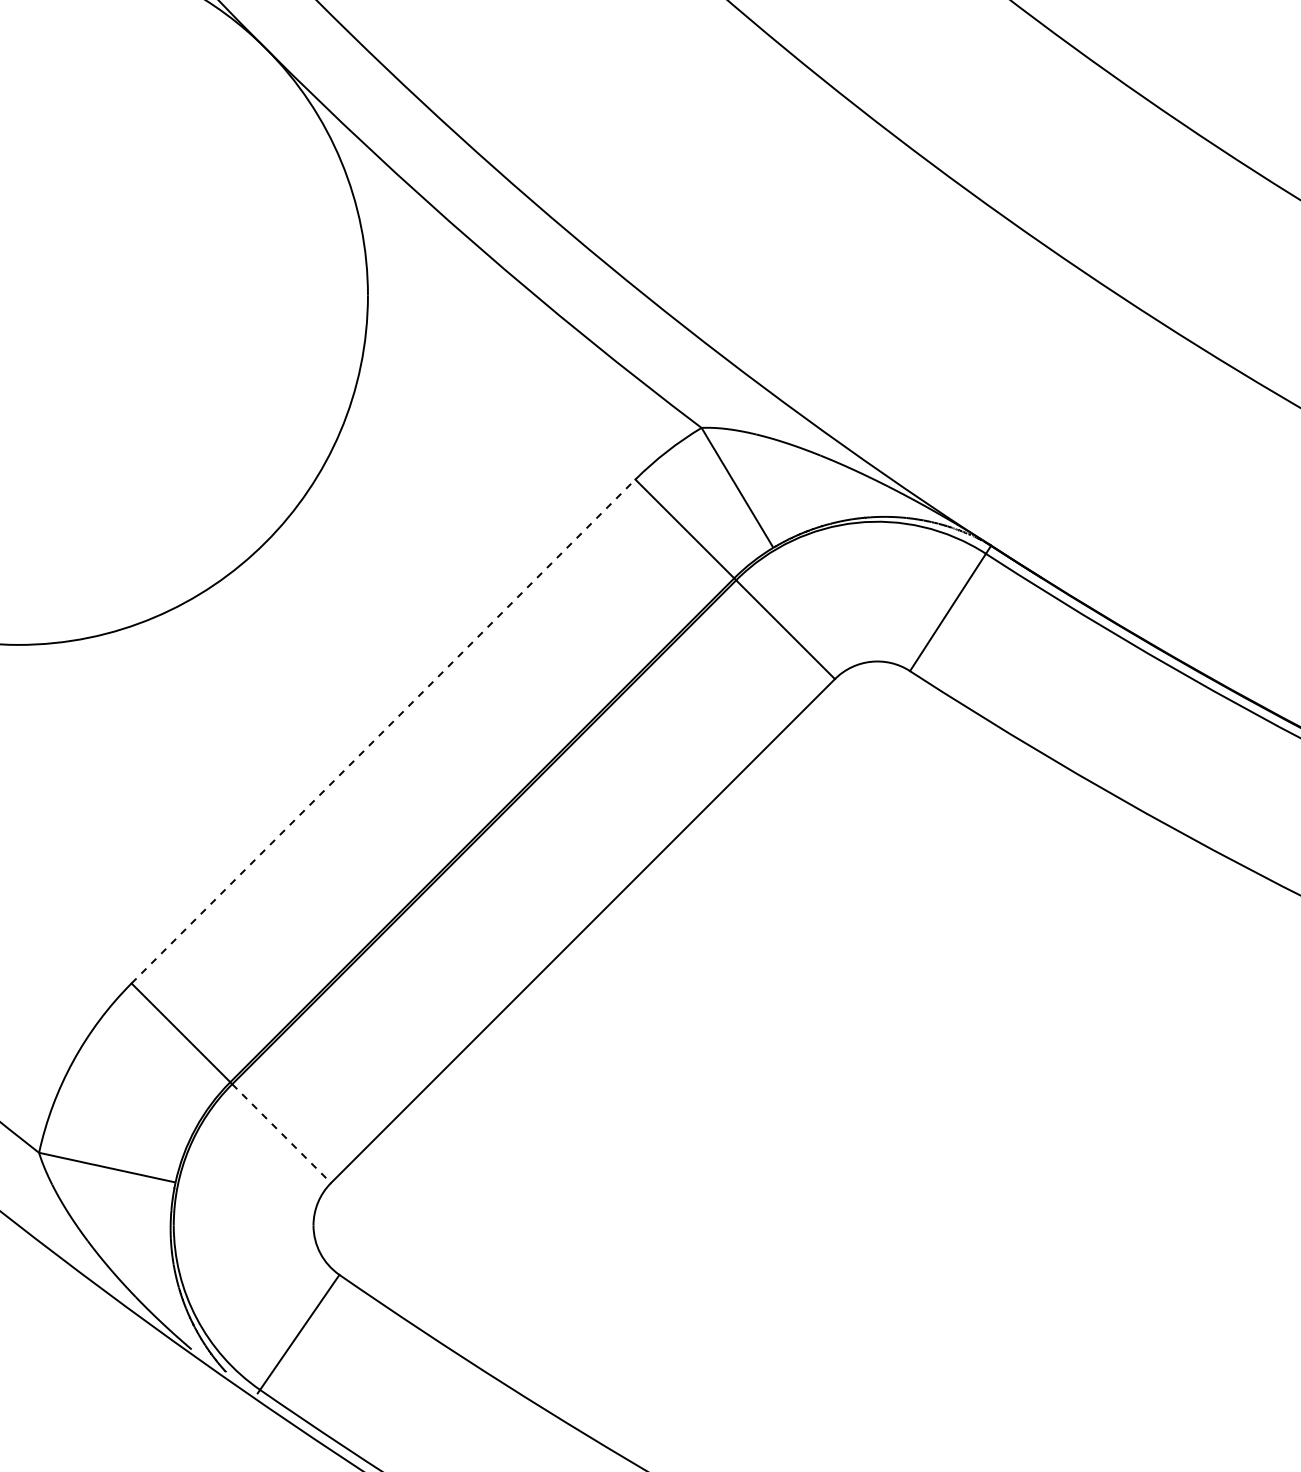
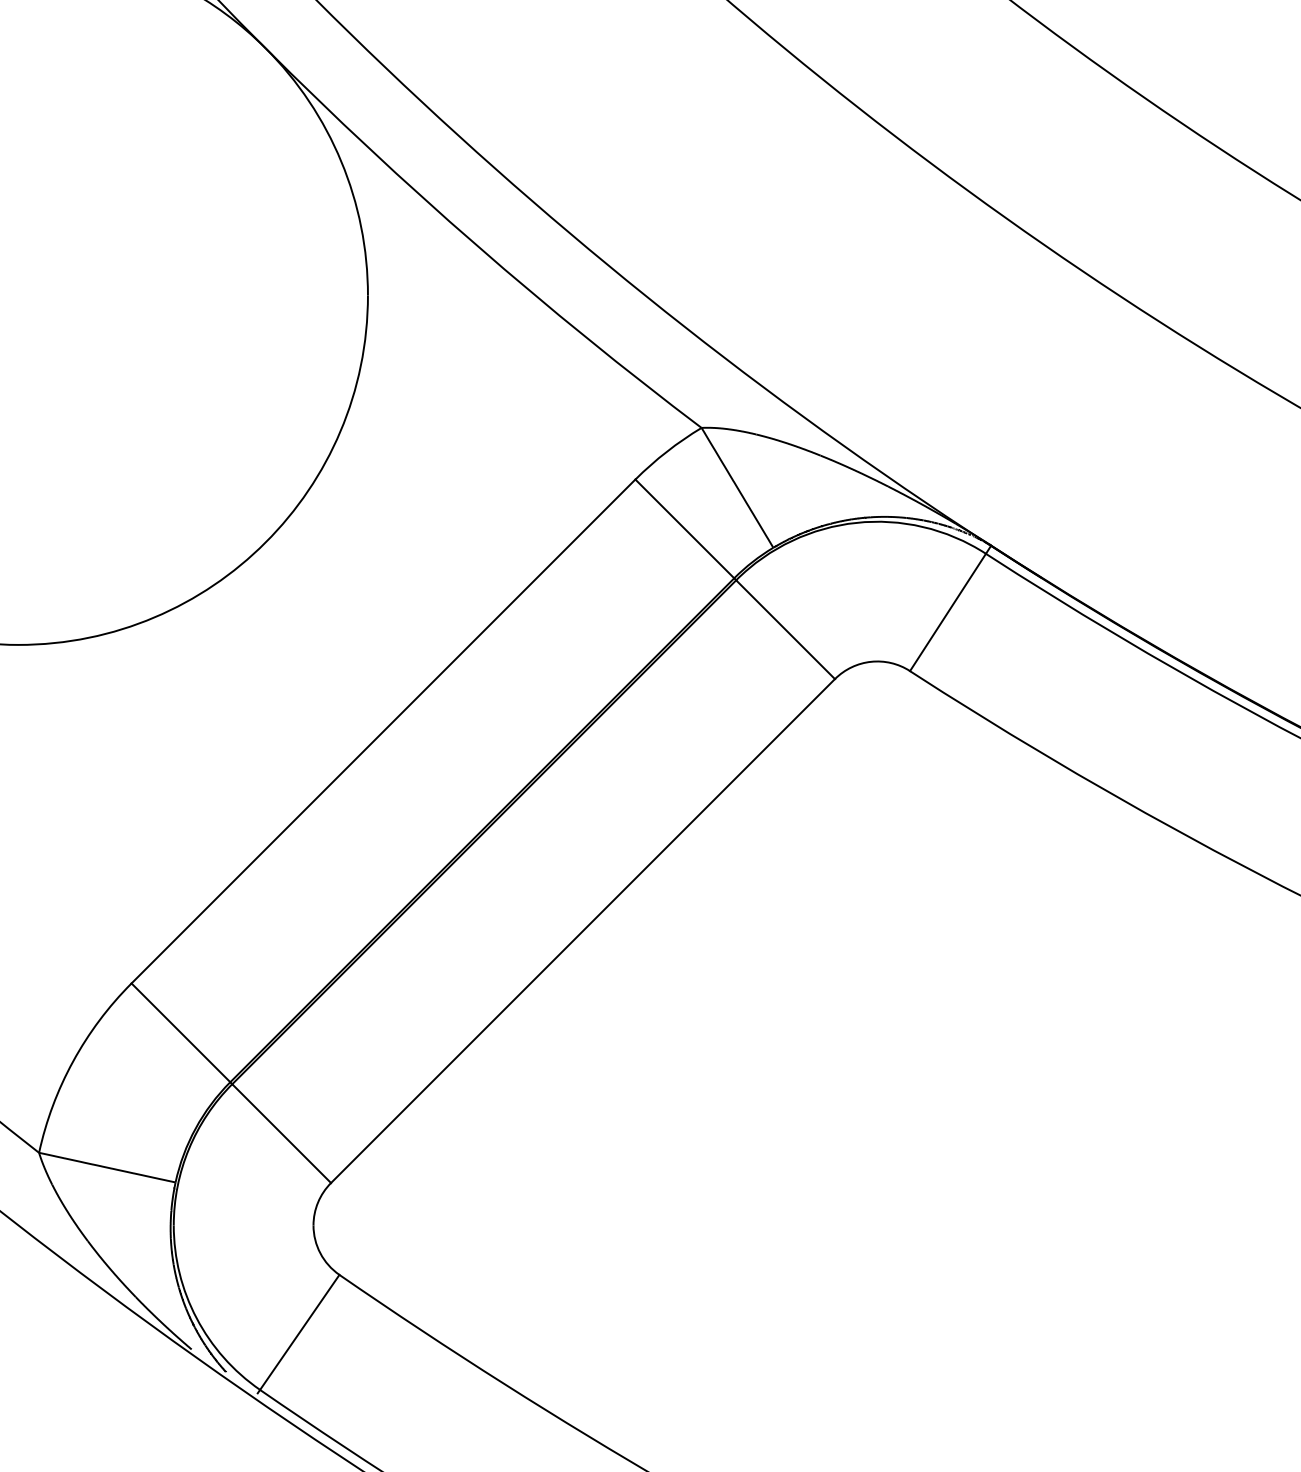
line at (383, 731): dashed -> solid
line at (281, 1133): dashed -> solid
